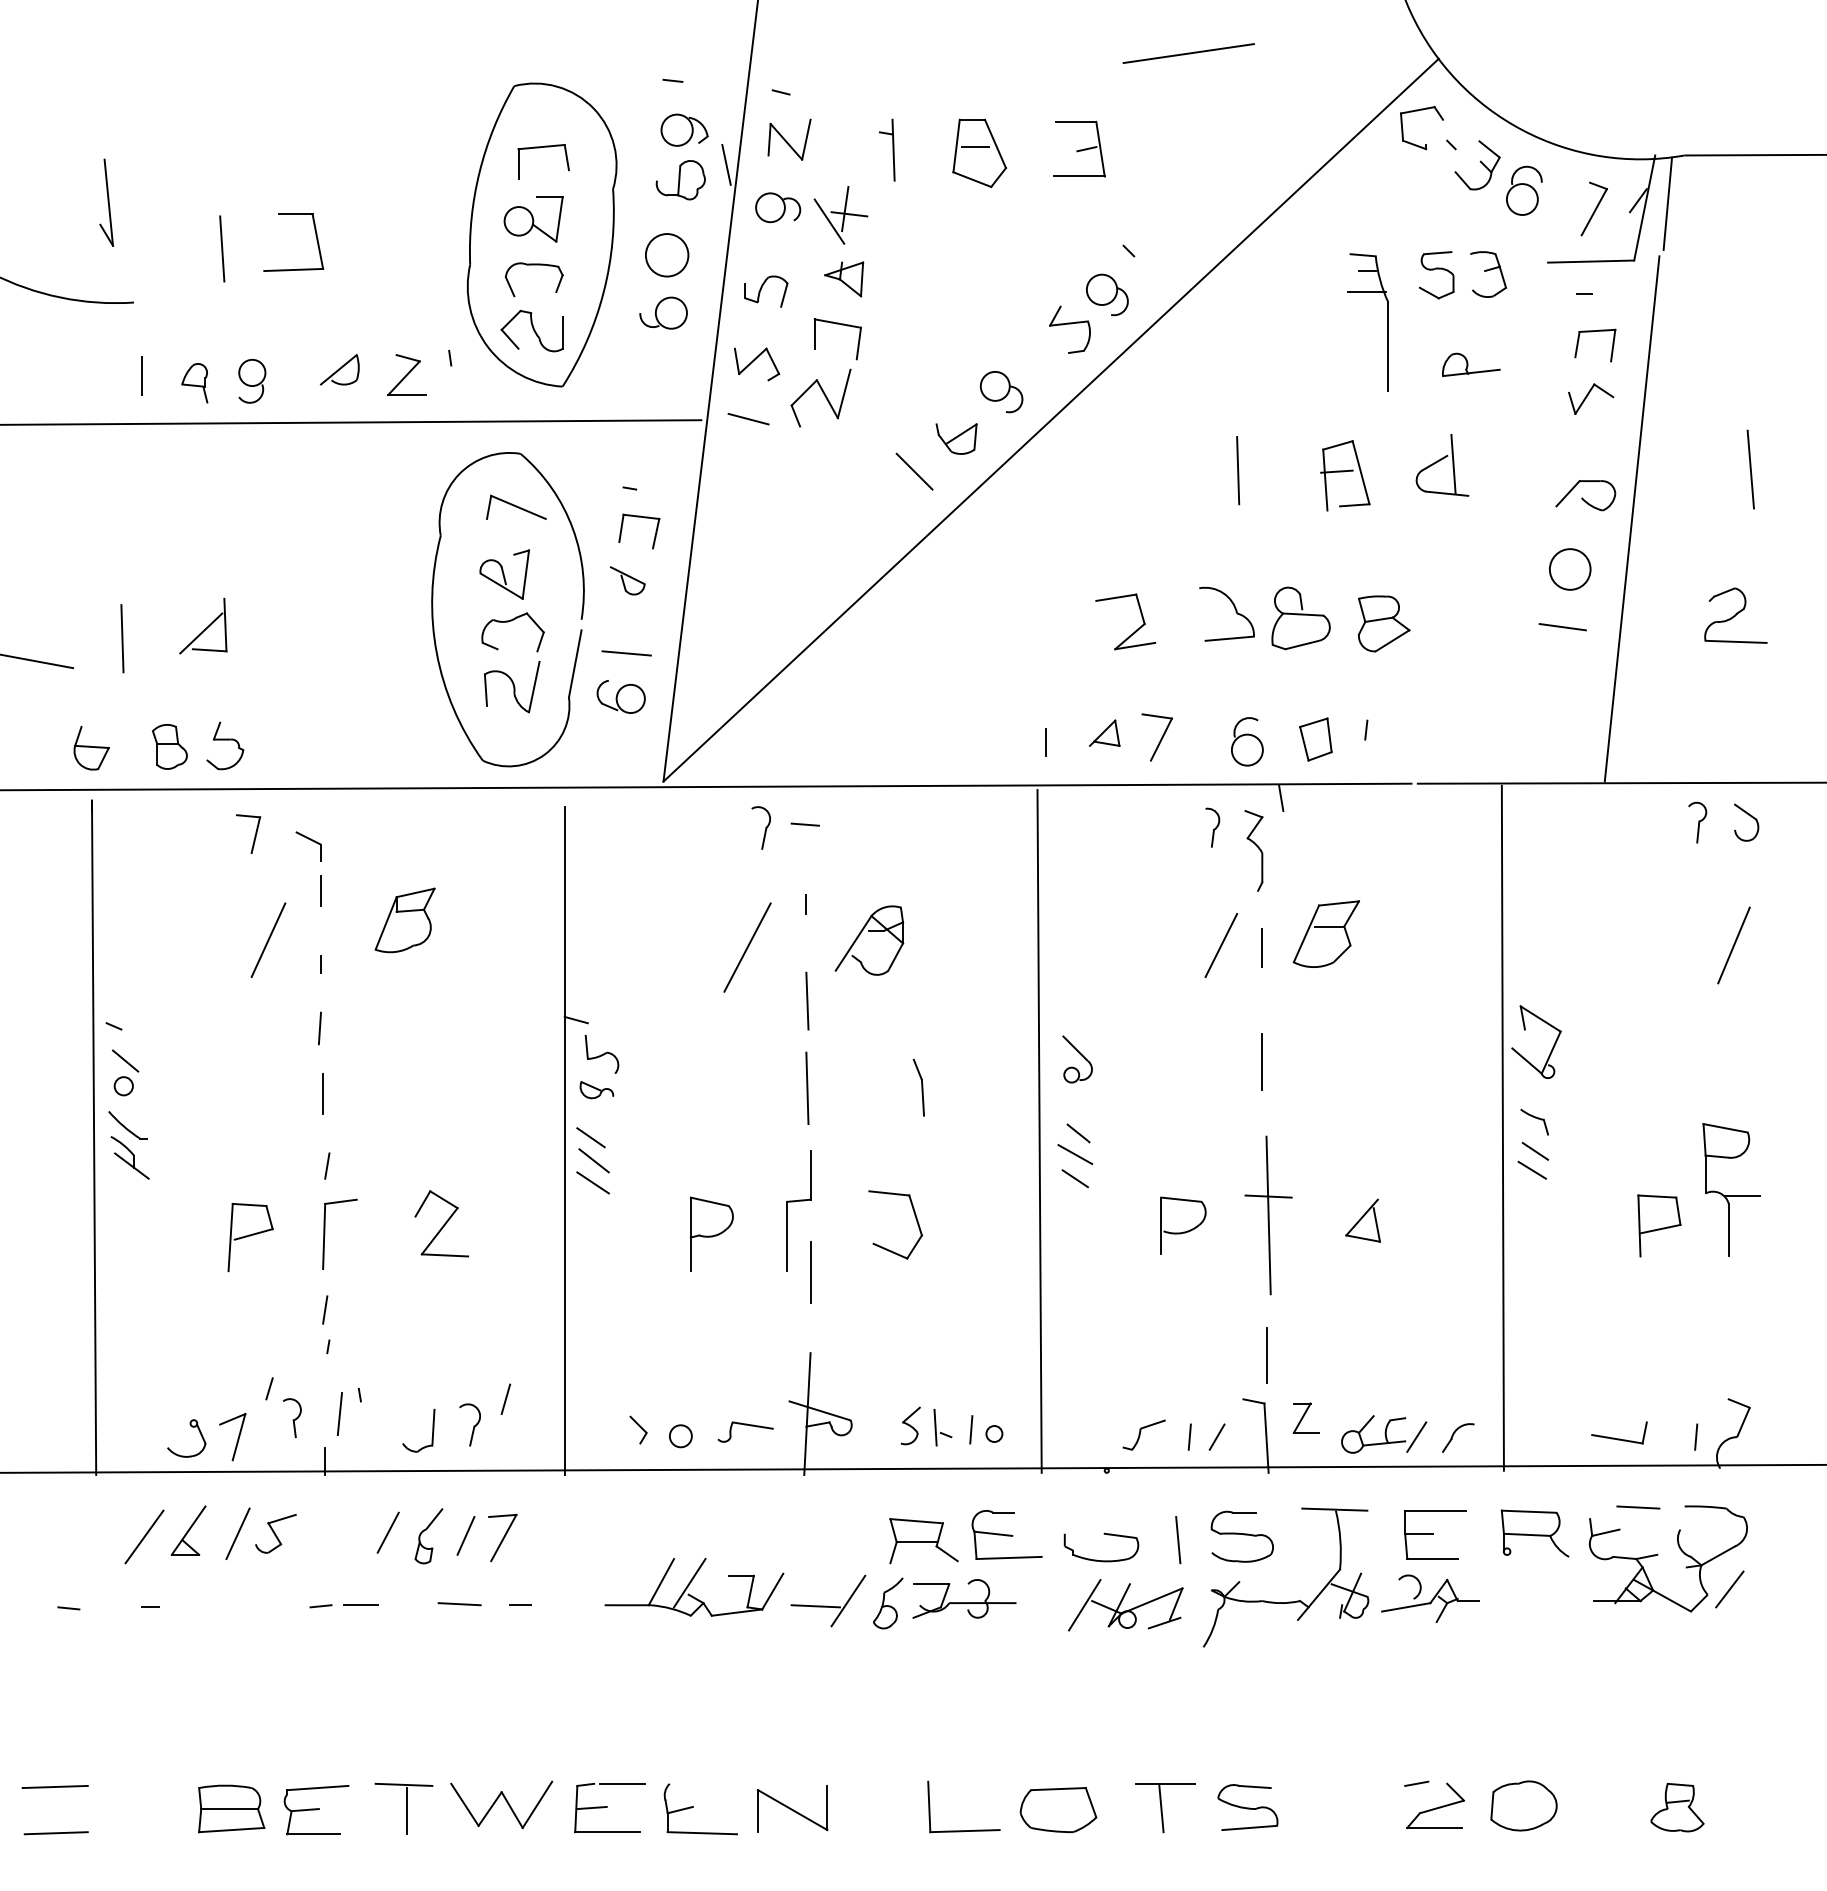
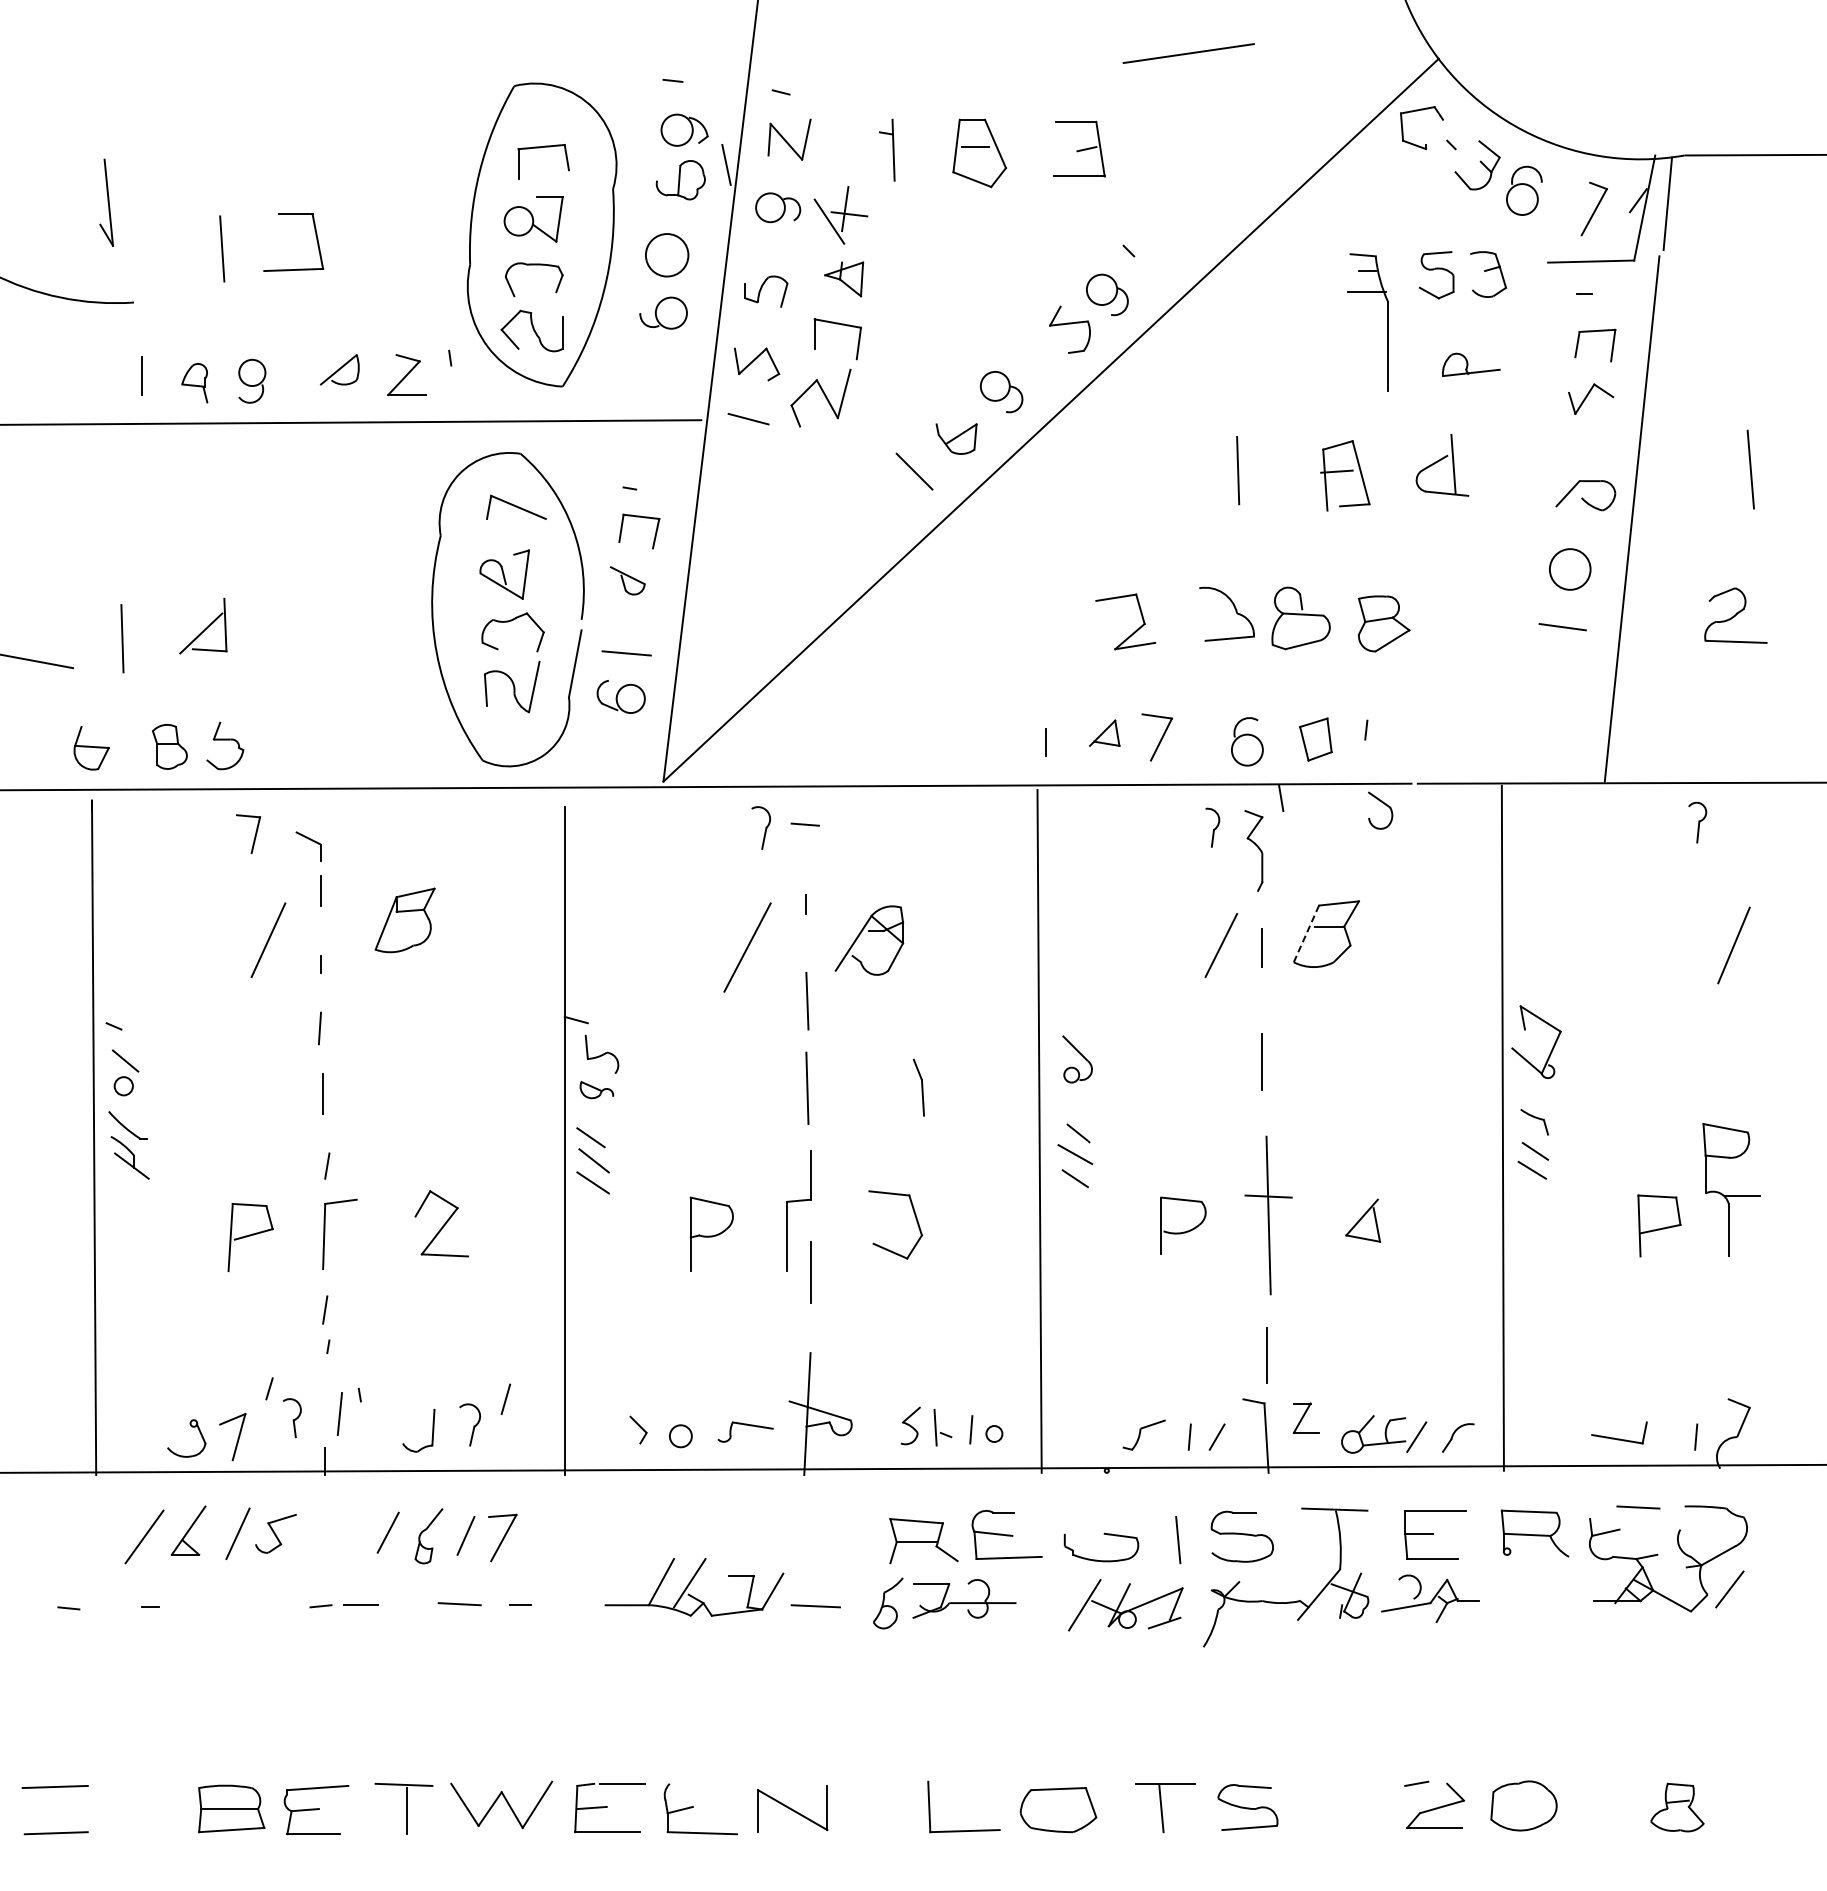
part at (1751, 817) position: (1751, 817) -> (1385, 805)
line at (1306, 933): solid -> dashed
line at (848, 1600): present -> none
